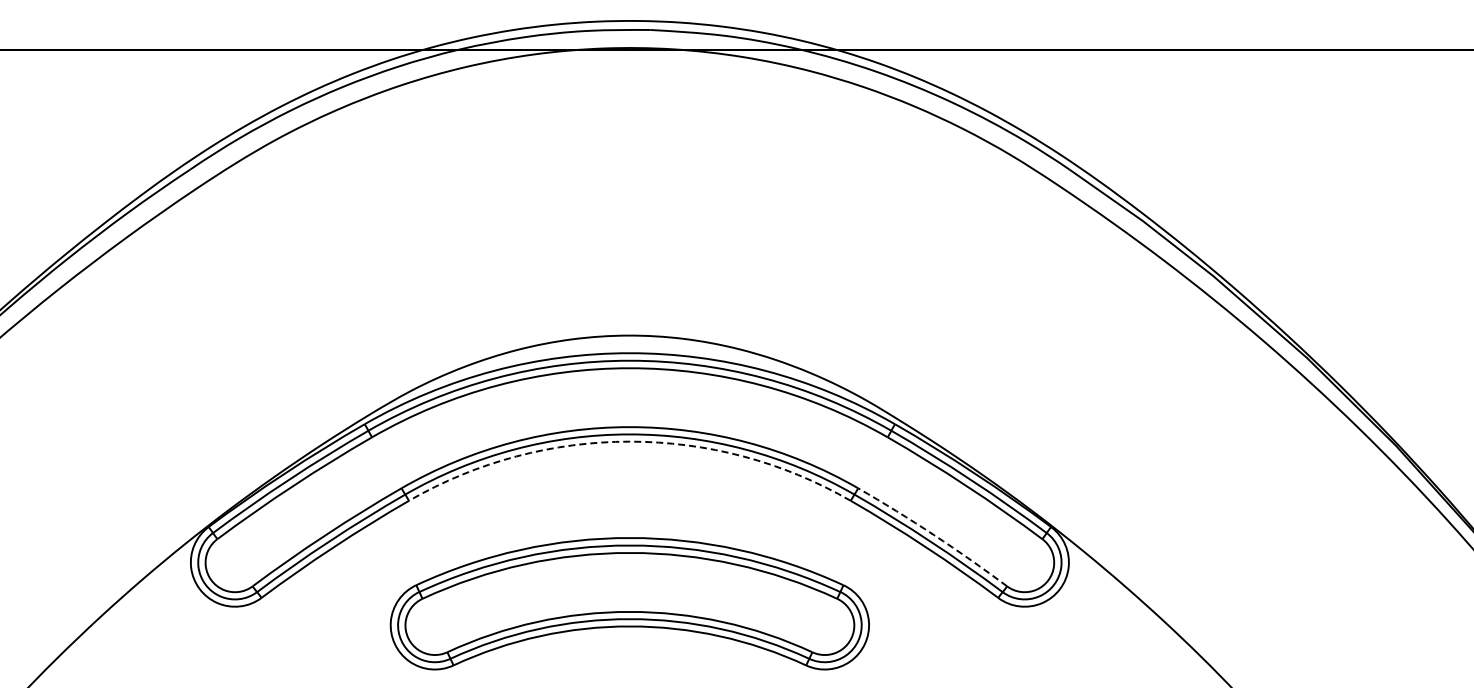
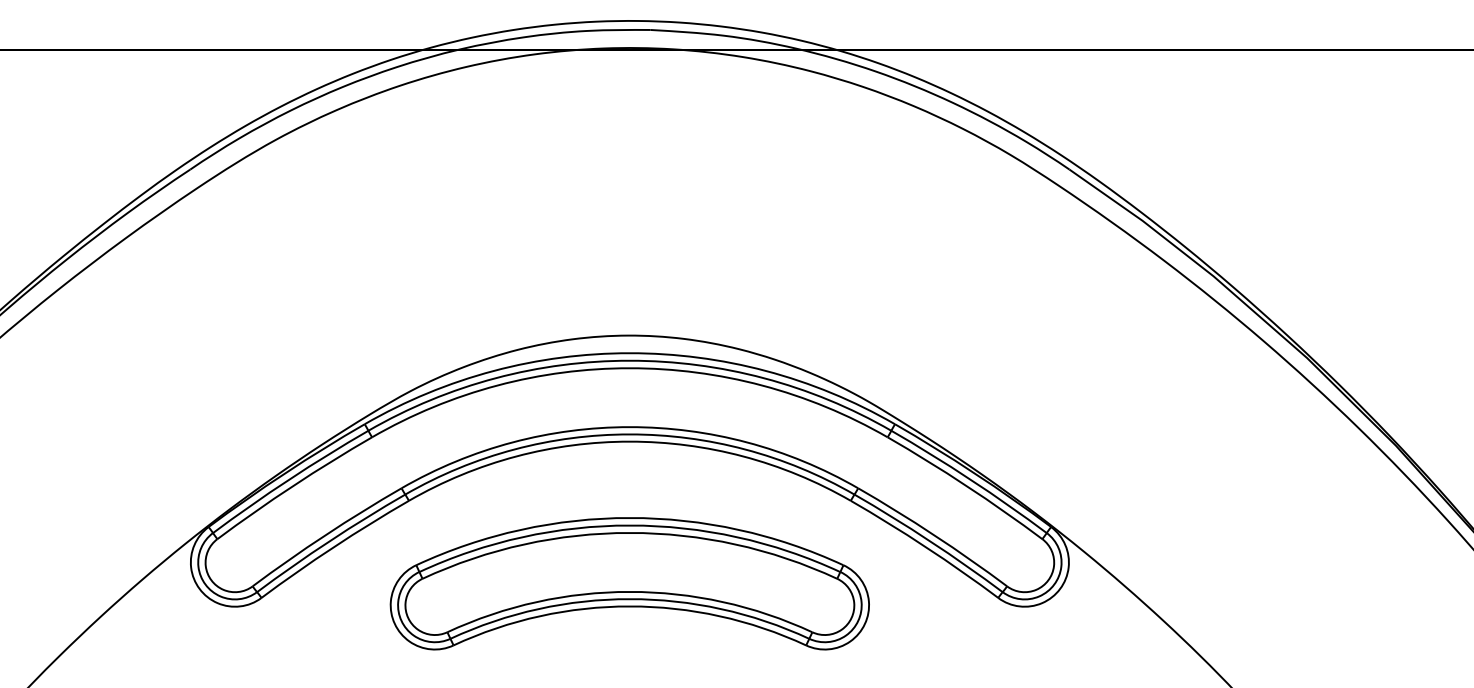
arc at (629, 441): dashed -> solid
arc at (934, 535): dashed -> solid
part at (629, 603) position: (629, 603) -> (629, 583)
